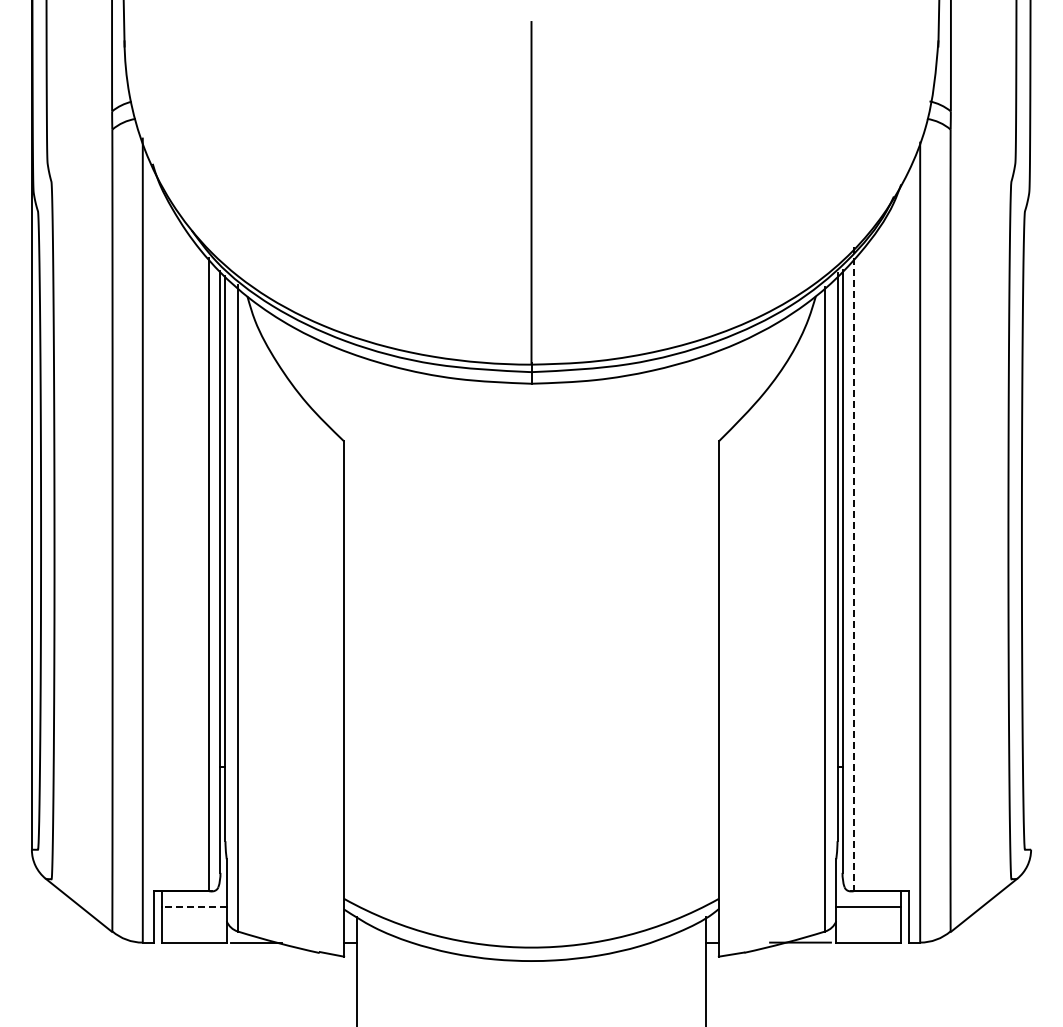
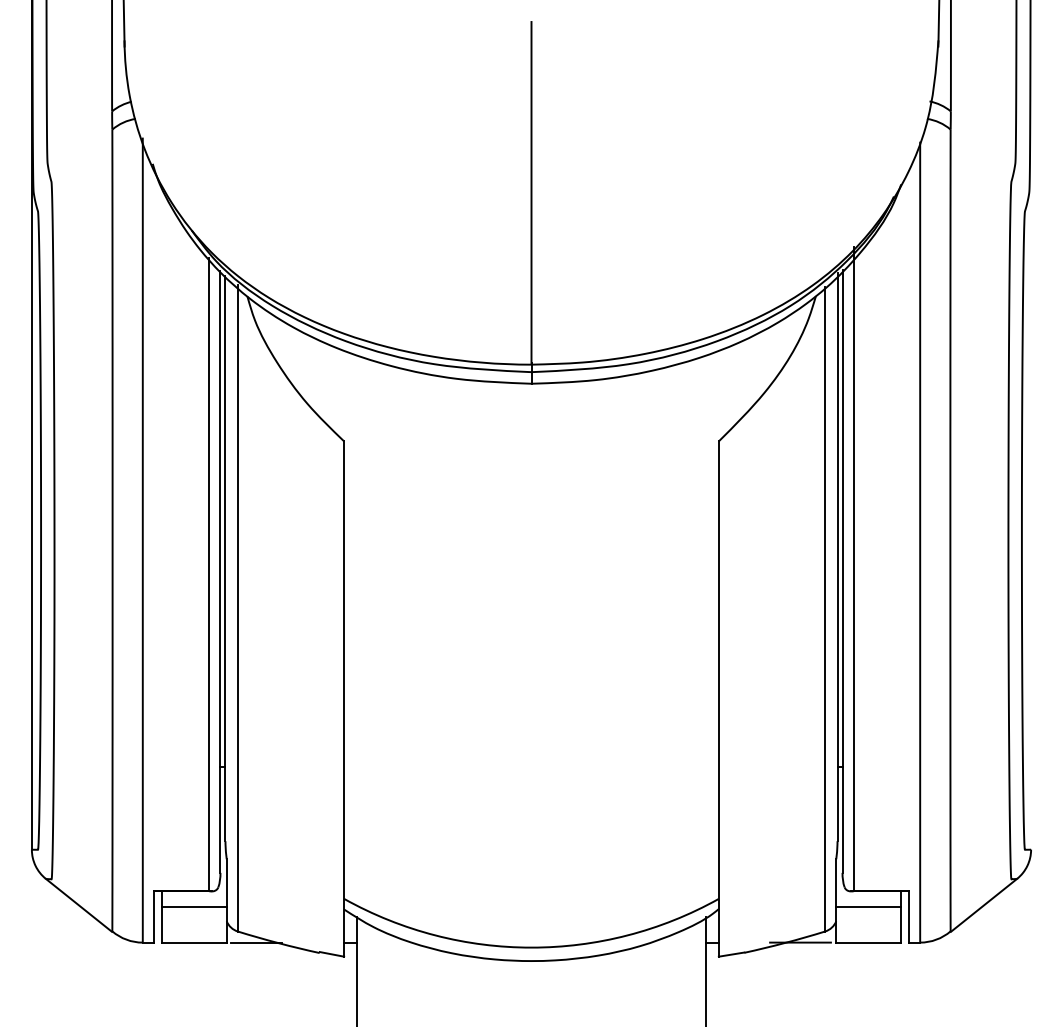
line at (853, 569): dashed -> solid
line at (193, 906): dashed -> solid
